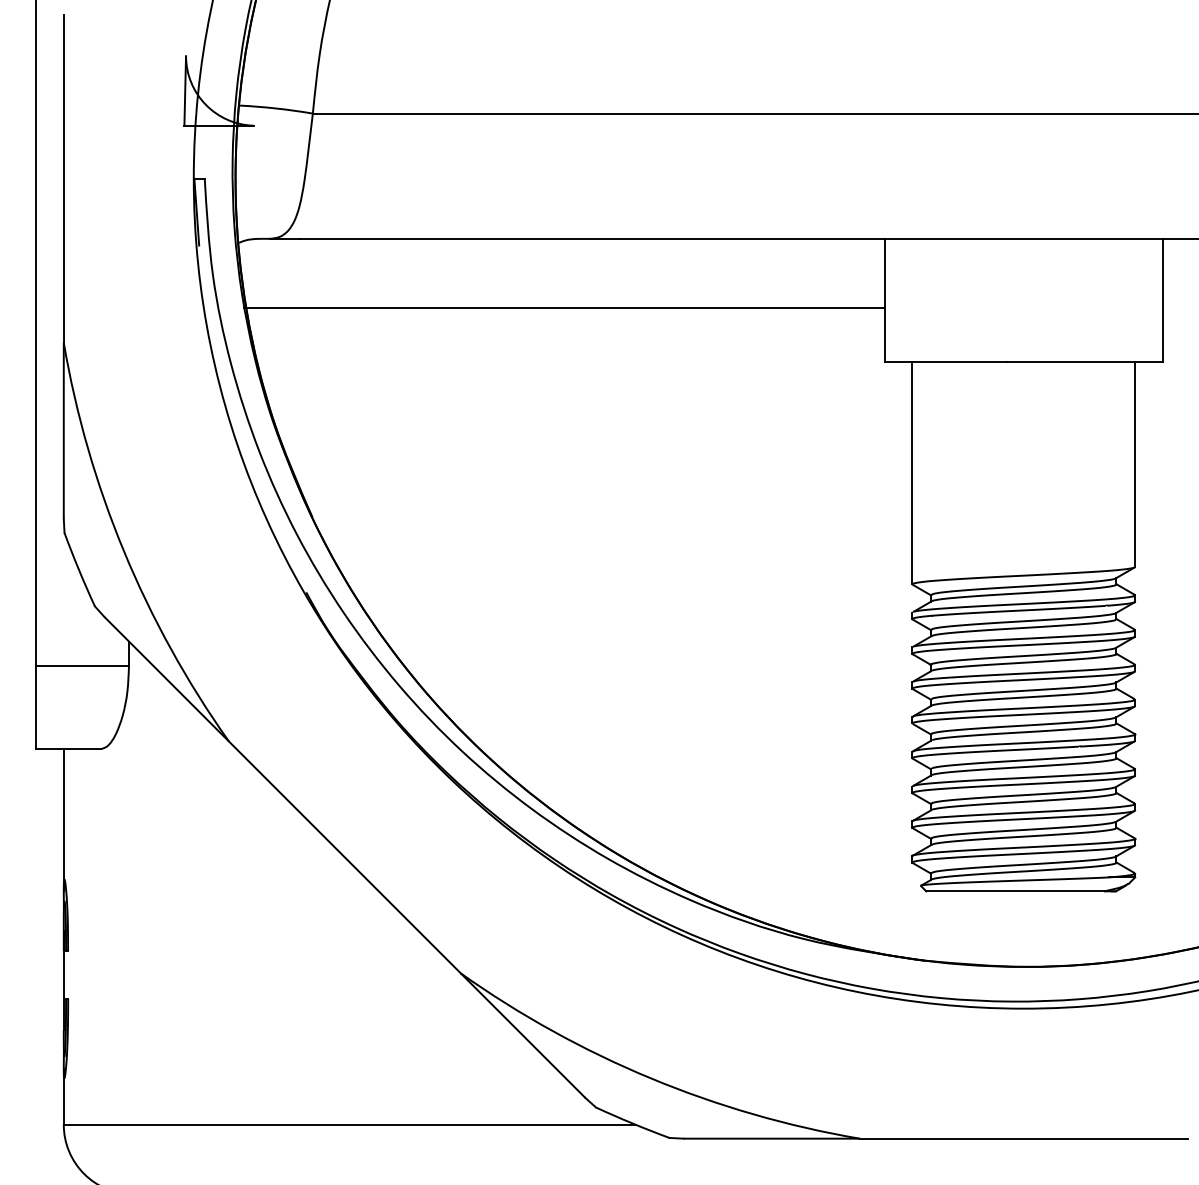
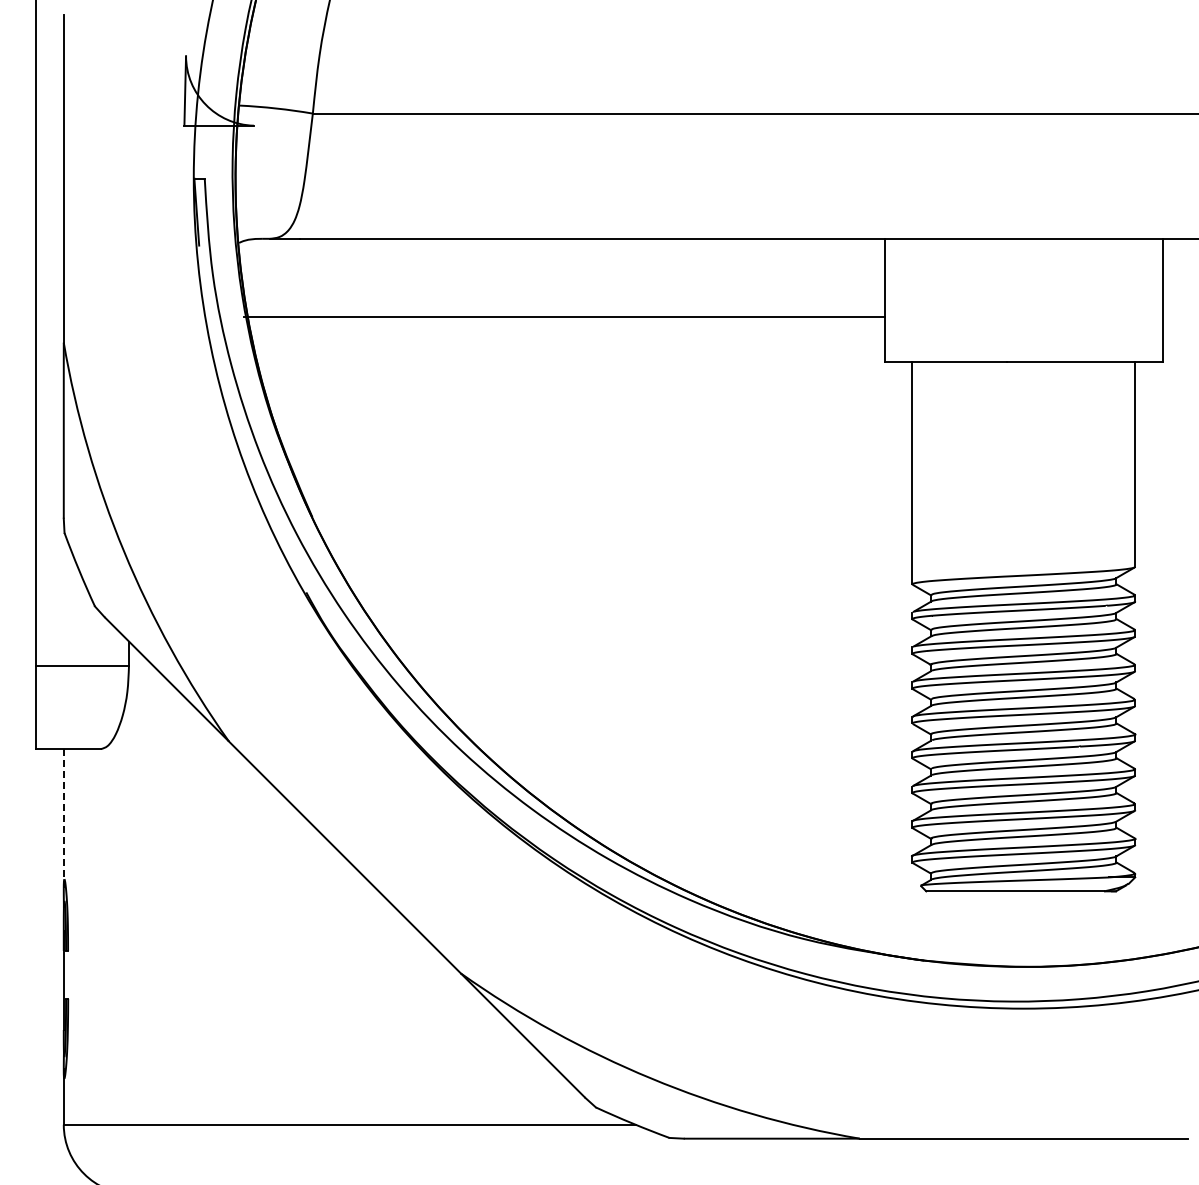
line at (564, 308) position: (564, 308) -> (564, 317)
line at (63, 819): solid -> dashed
